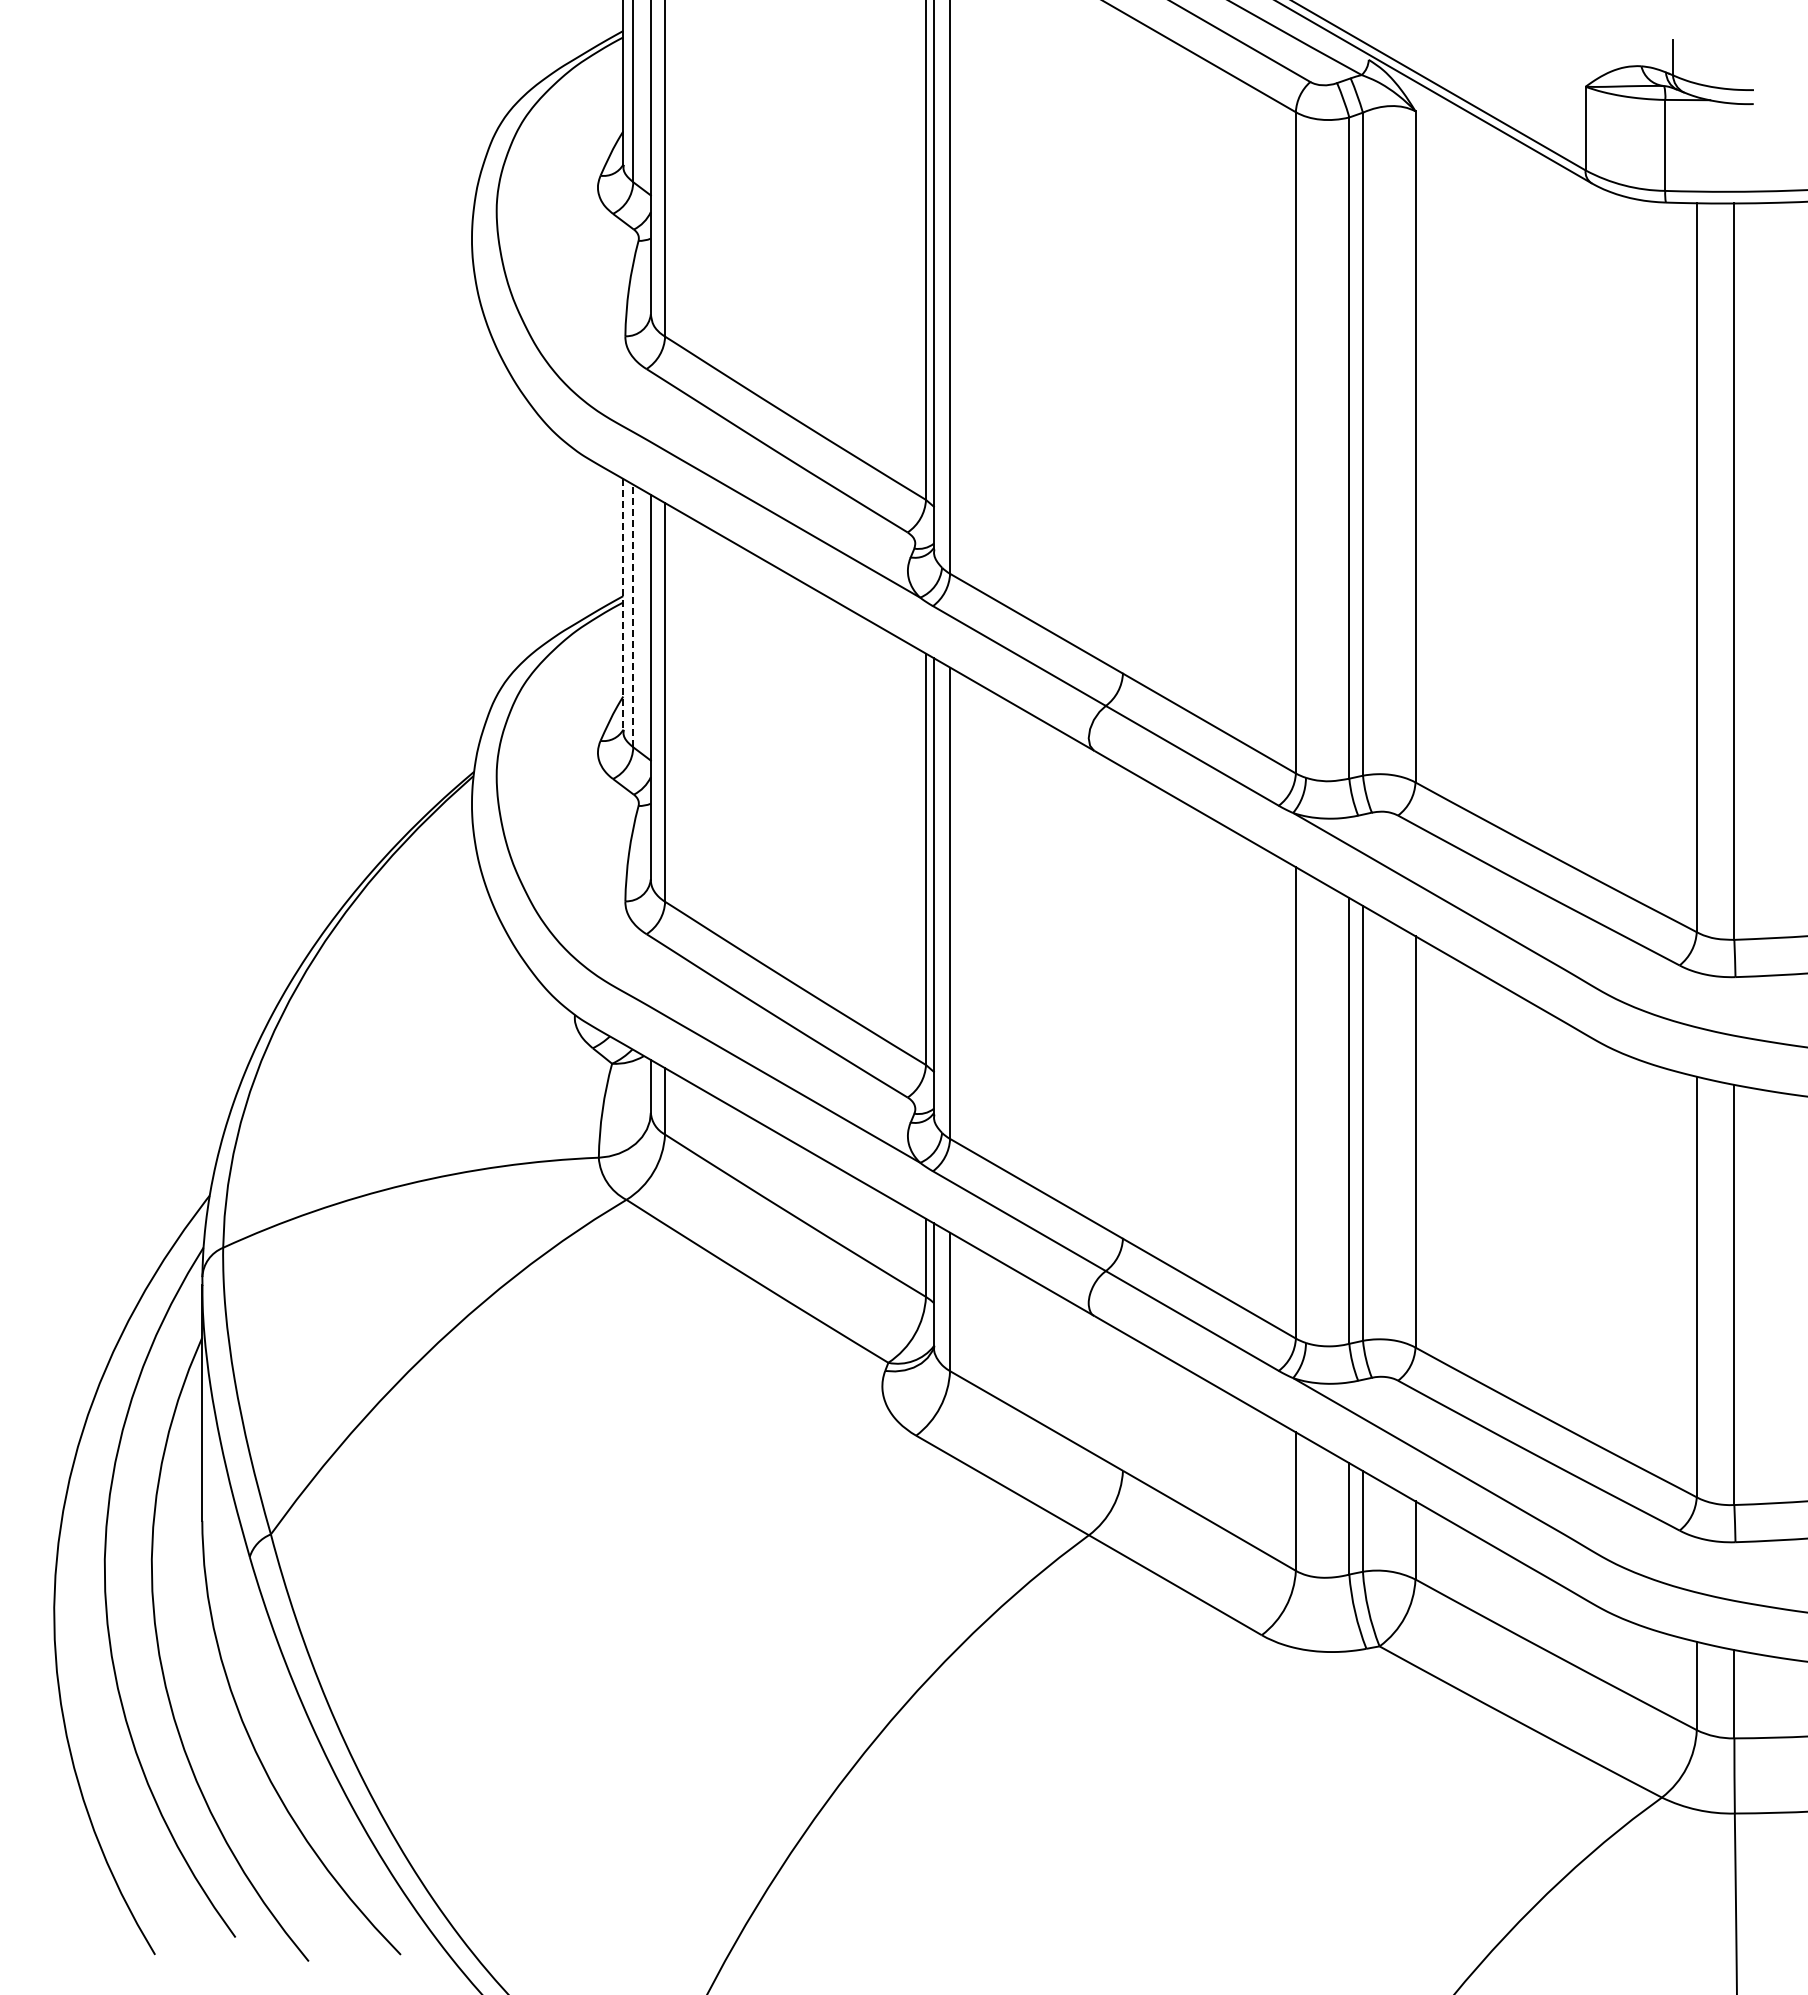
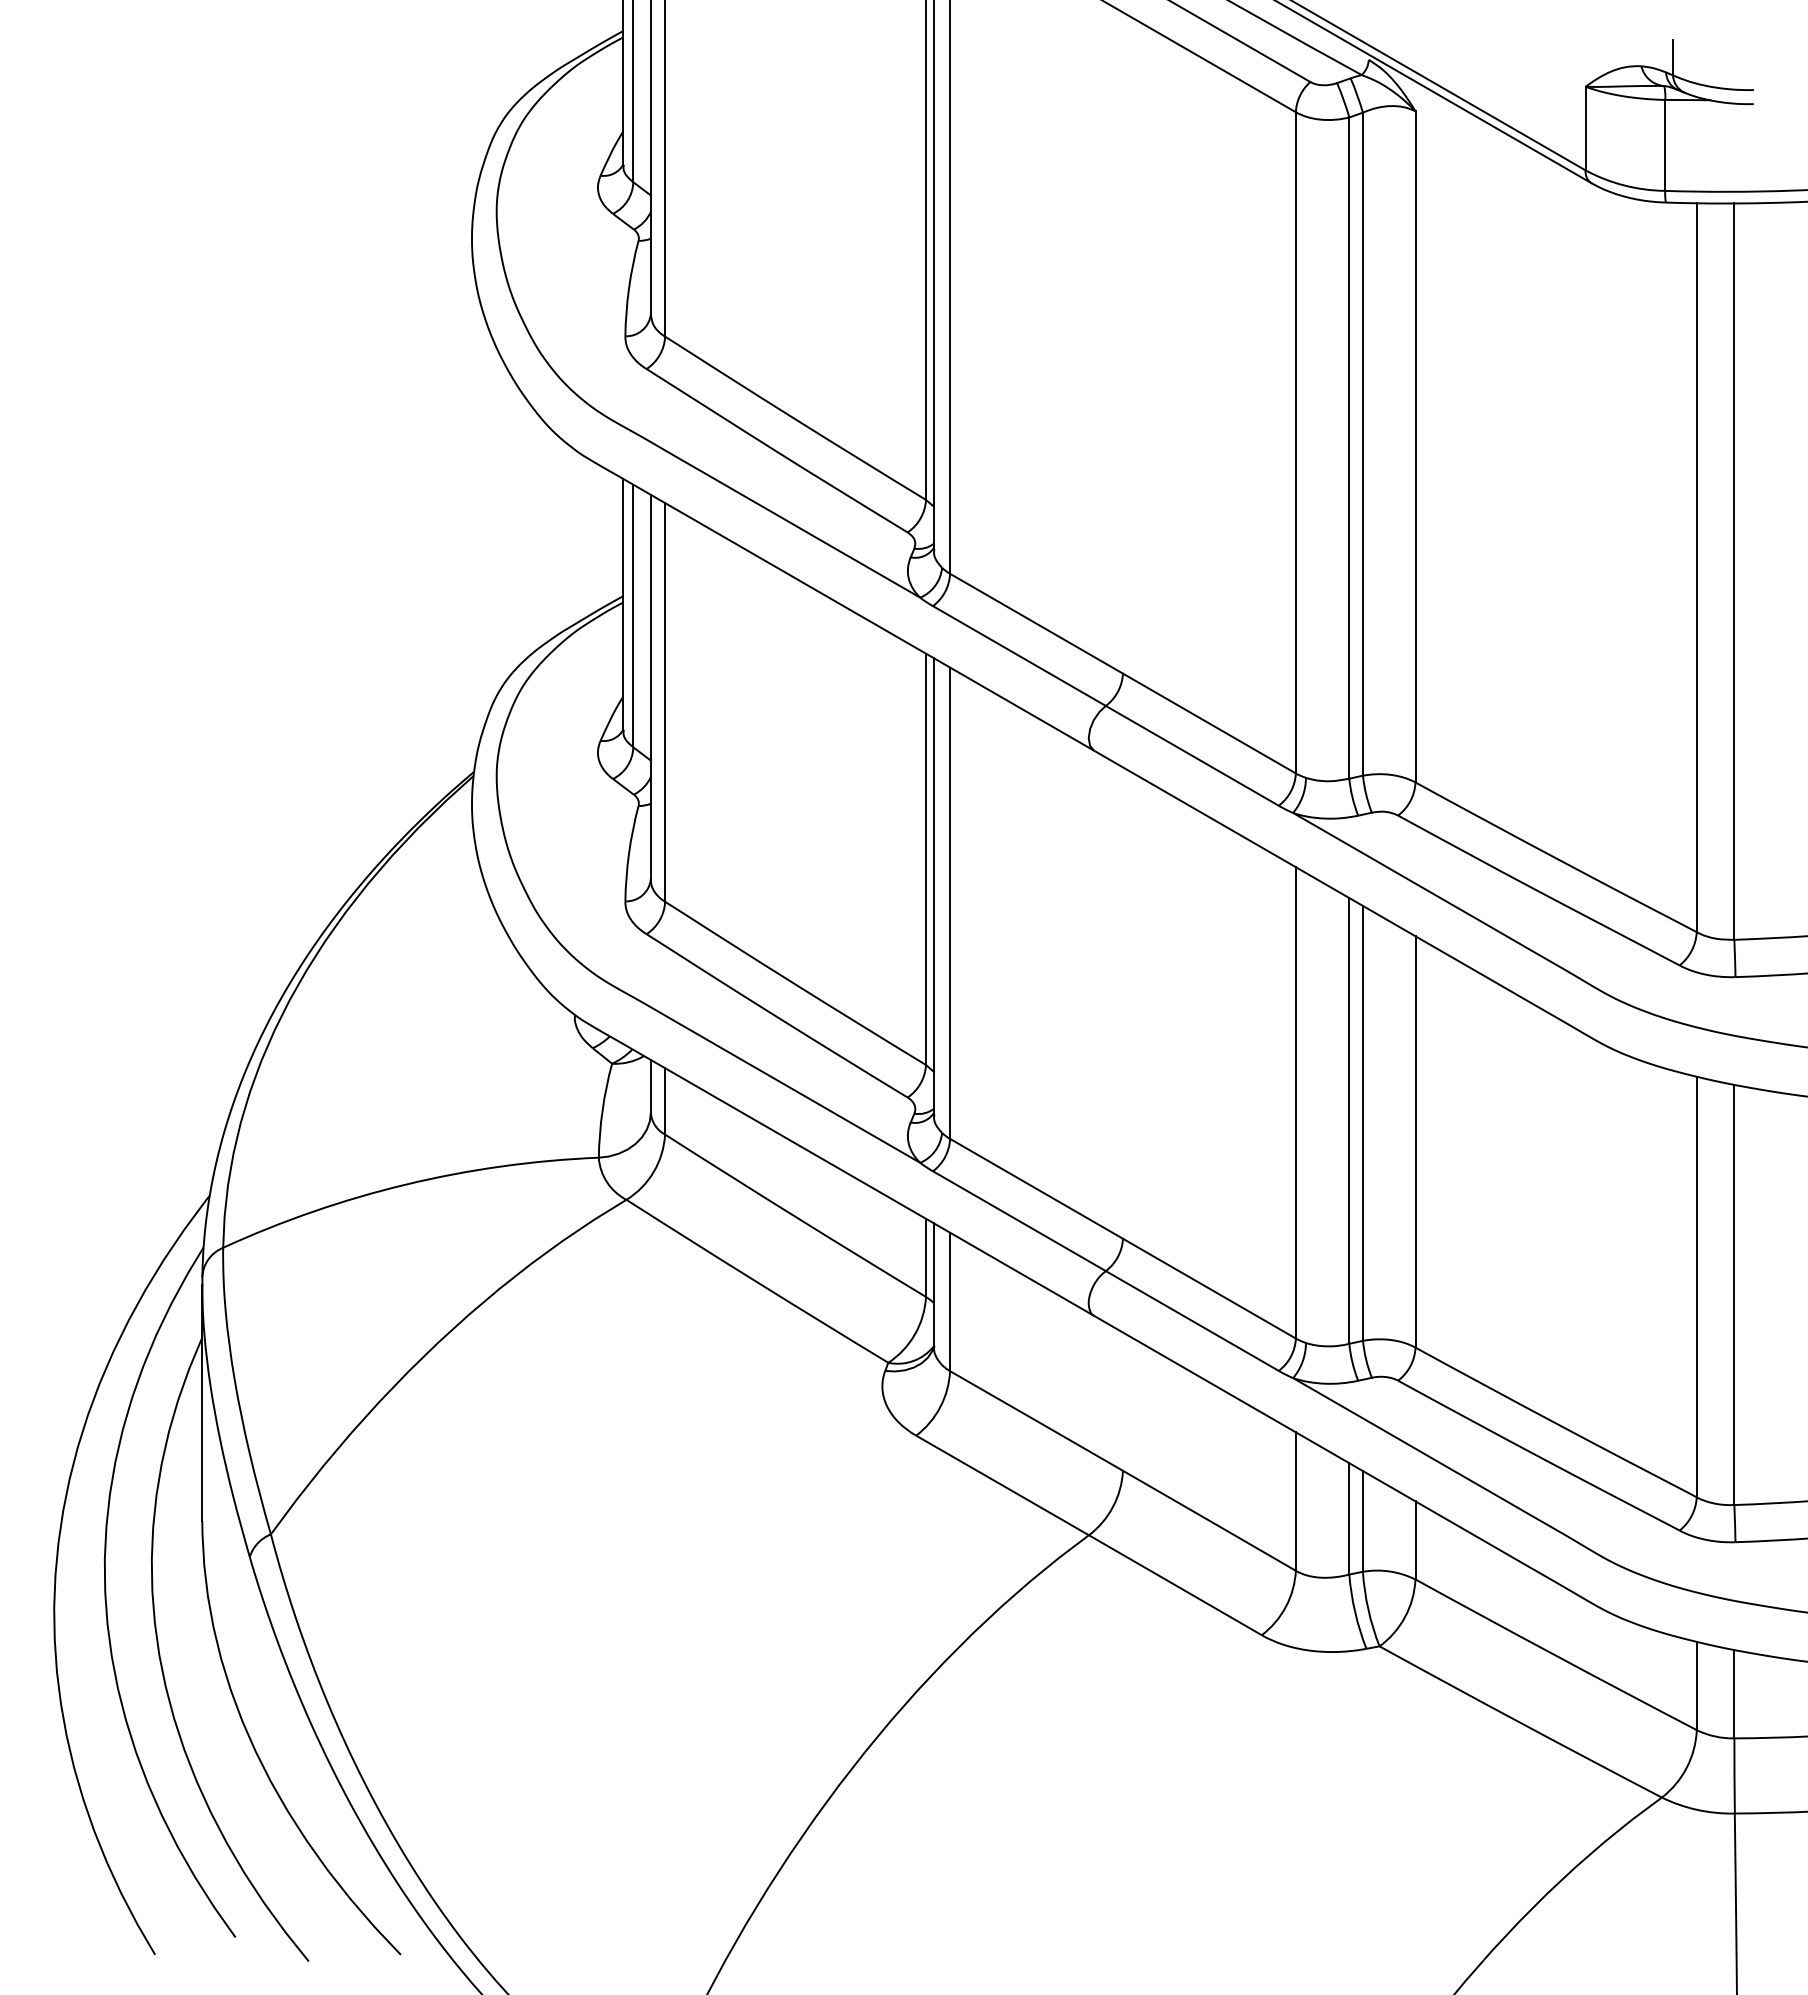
line at (623, 604): dashed -> solid
line at (633, 615): dashed -> solid
